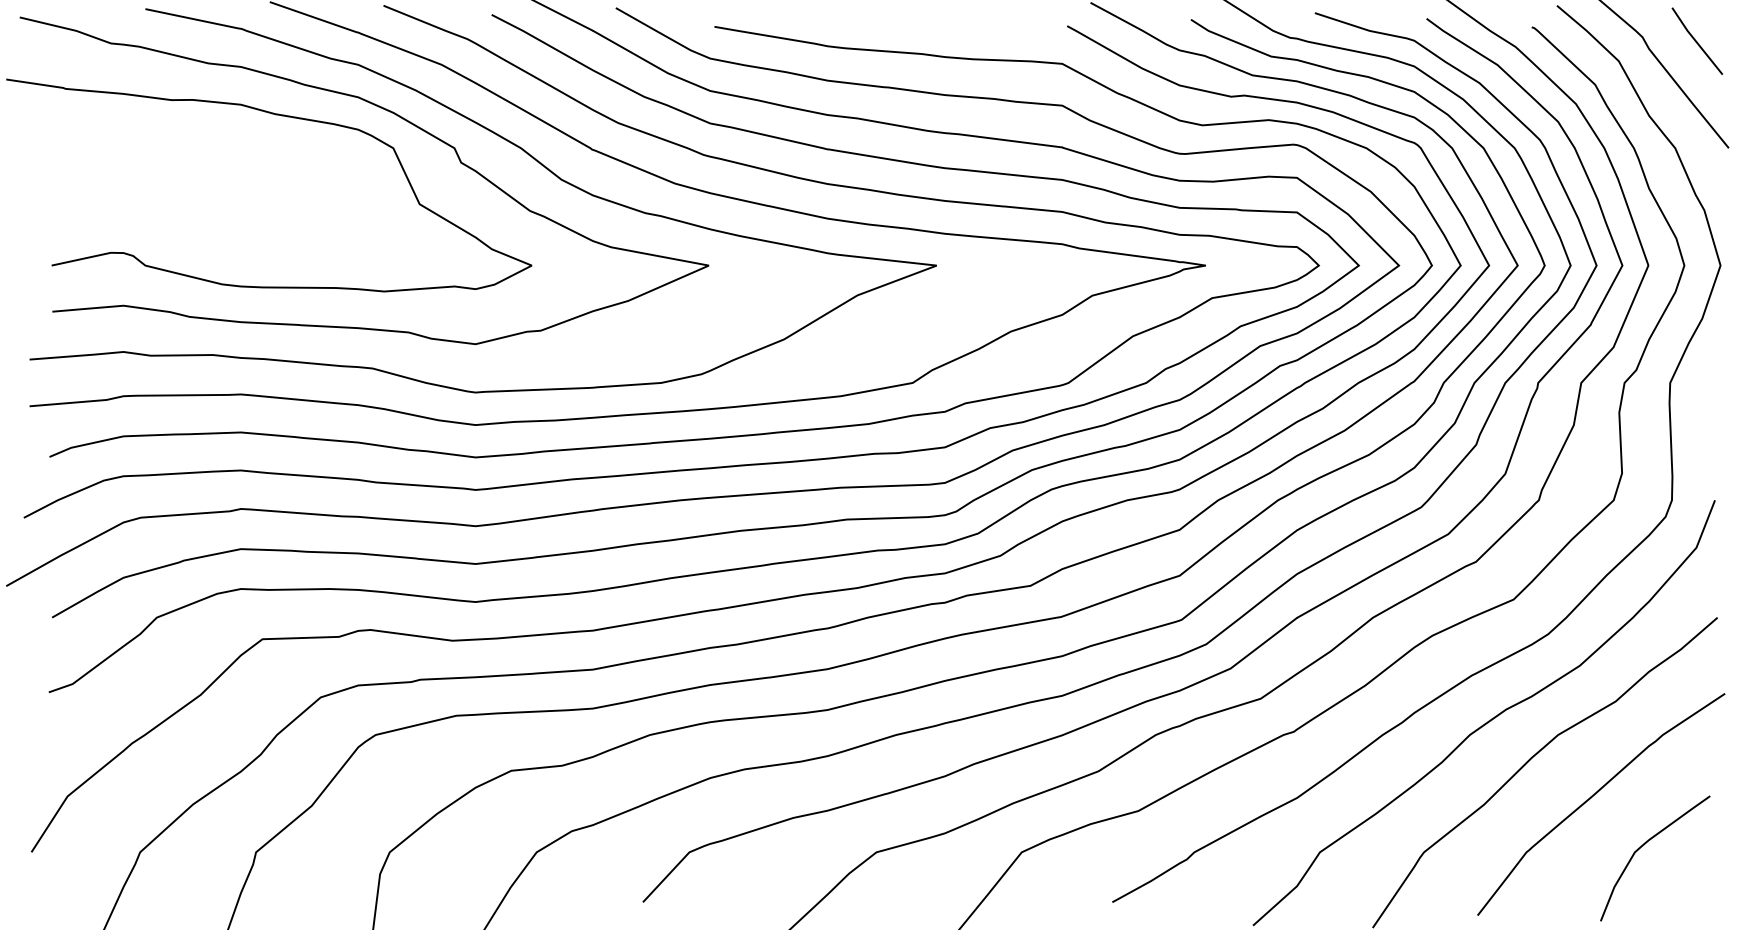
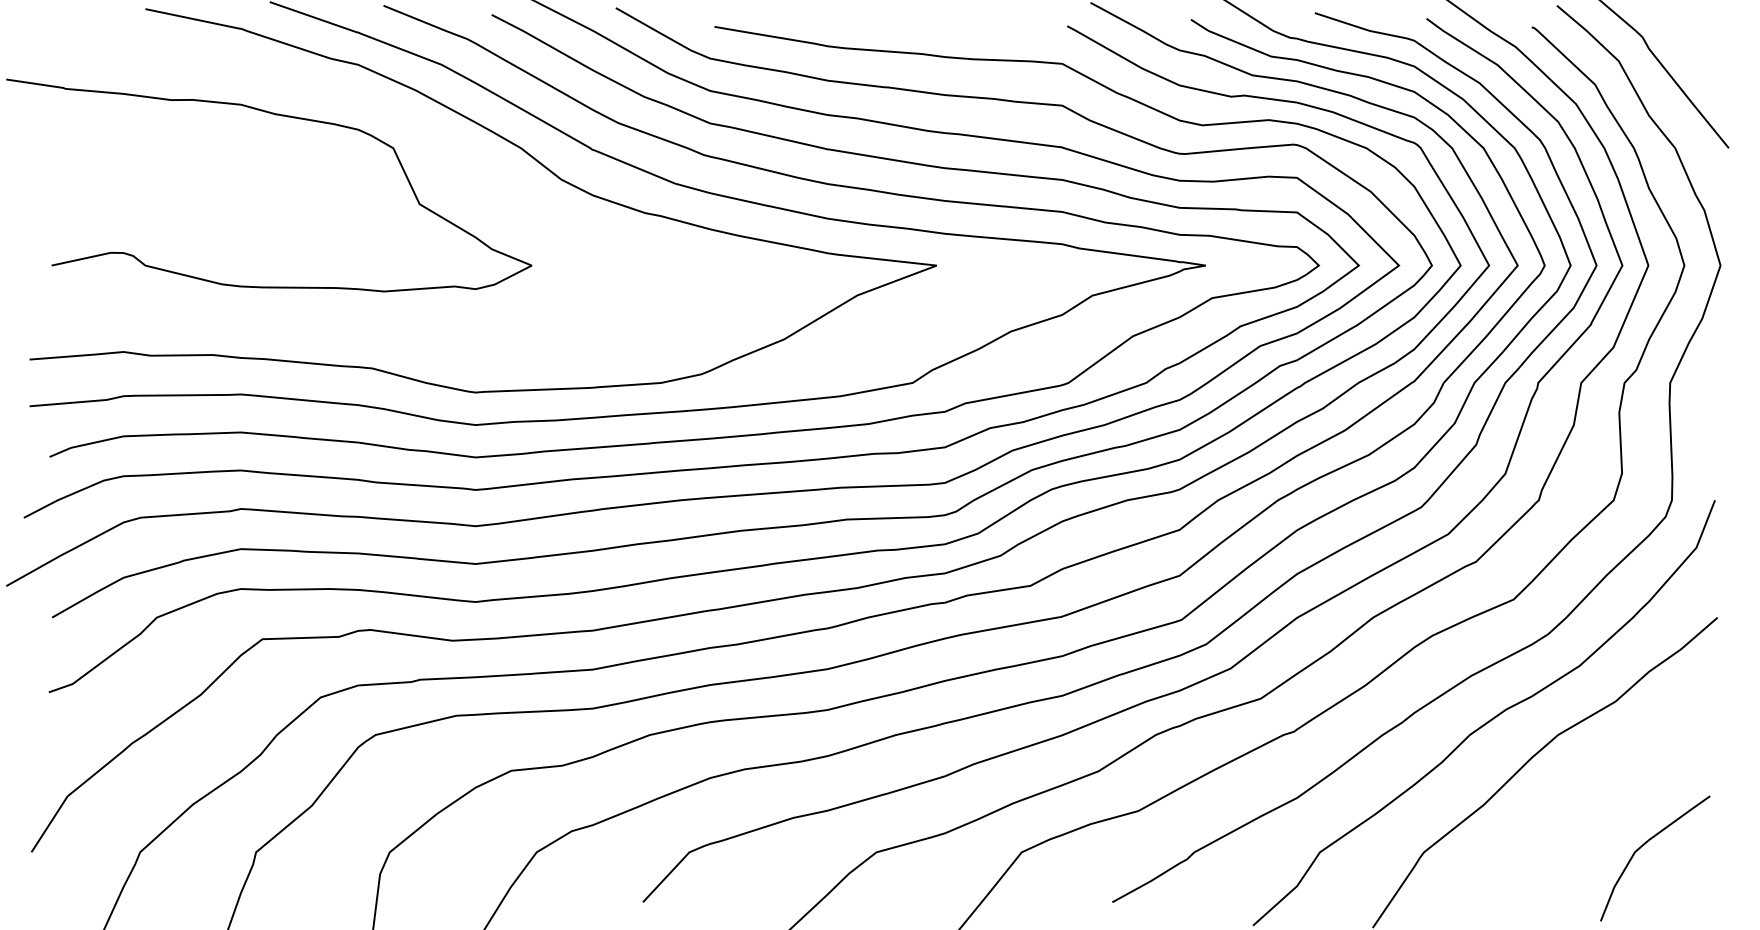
line at (1696, 40): present -> none
curve at (402, 119): present -> none
curve at (1593, 796): present -> none
